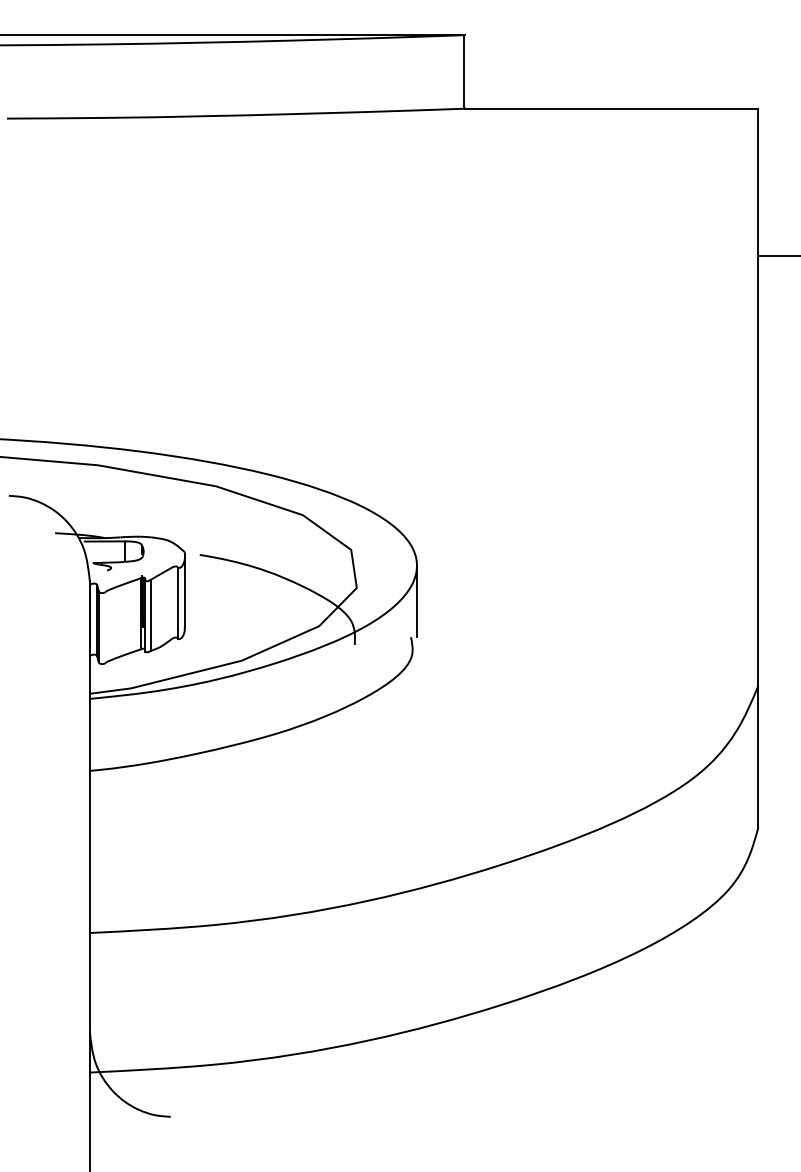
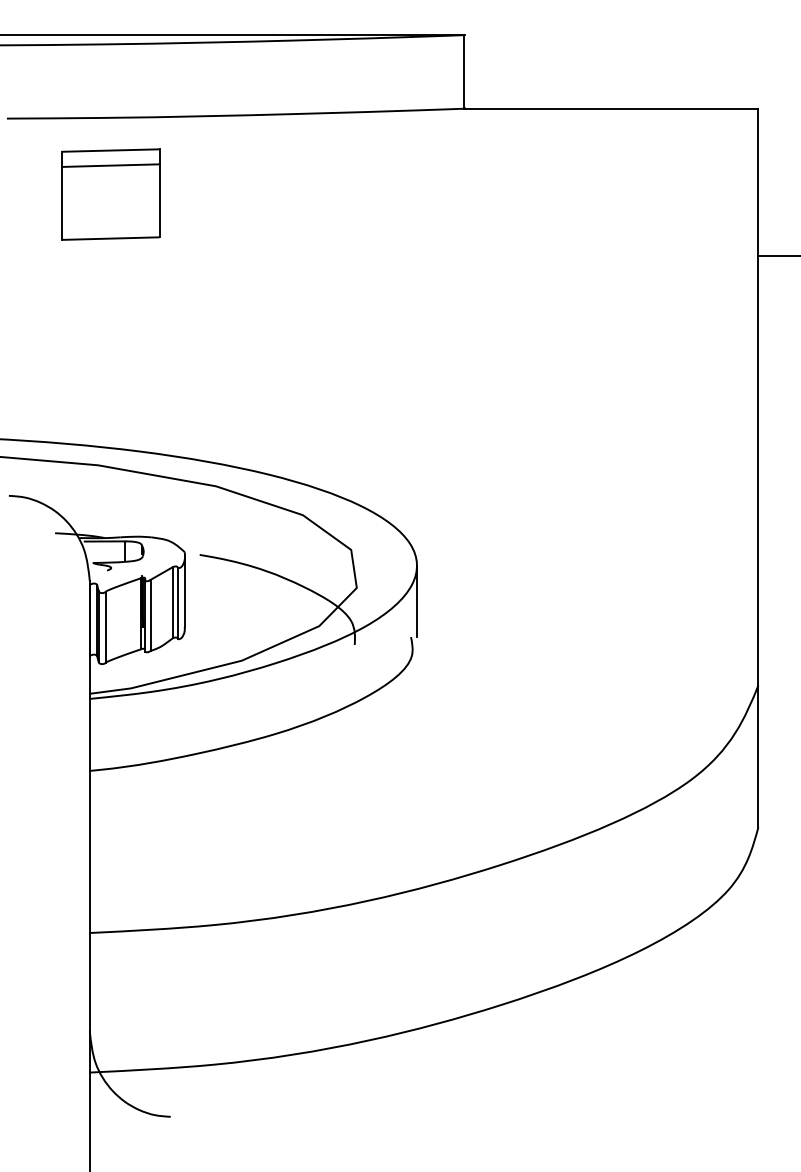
part at (110, 194): none -> present
line at (172, 602): none -> present
line at (105, 626): none -> present
